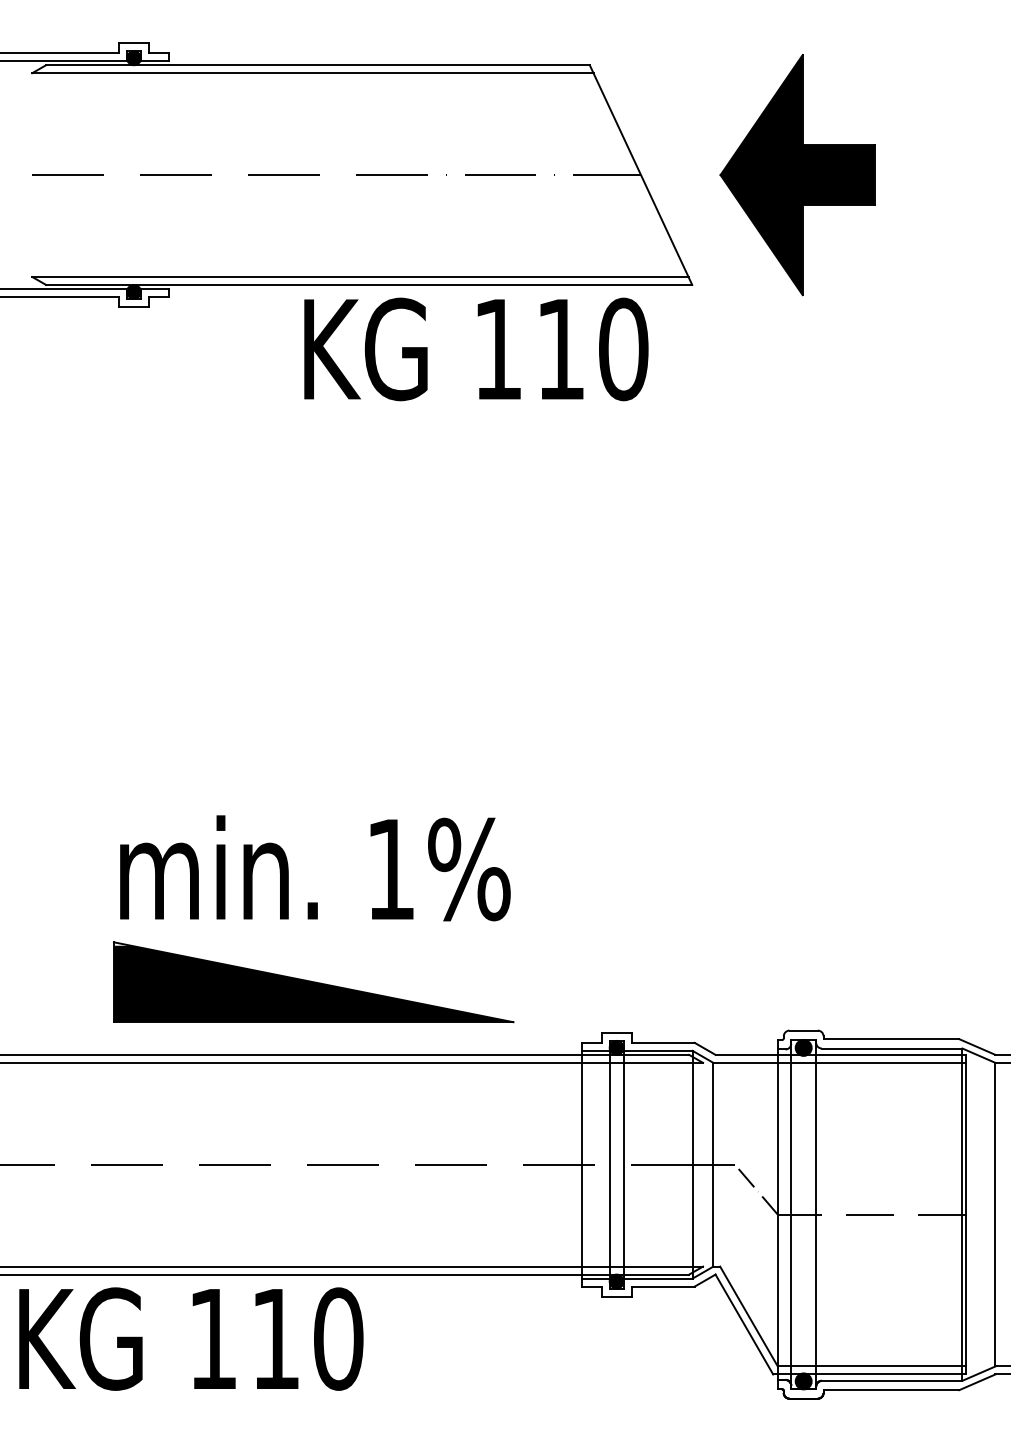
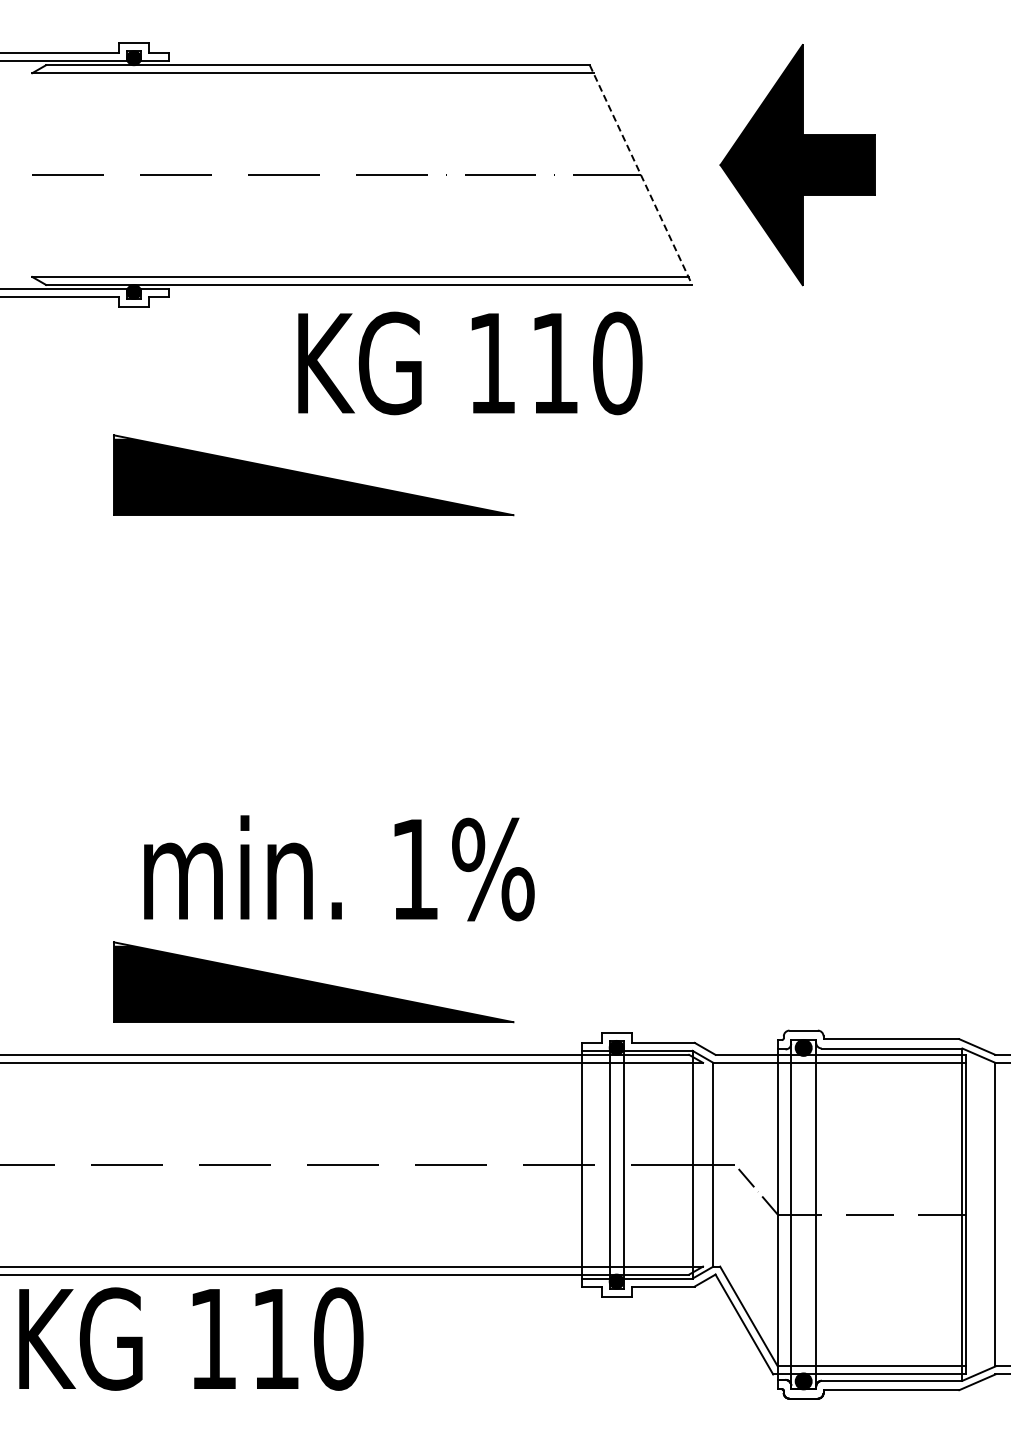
line at (641, 175): solid -> dashed
part at (797, 175) position: (797, 175) -> (797, 165)
text at (476, 349) position: (476, 349) -> (470, 363)
part at (313, 475): none -> present
text at (315, 868) position: (315, 868) -> (339, 868)
